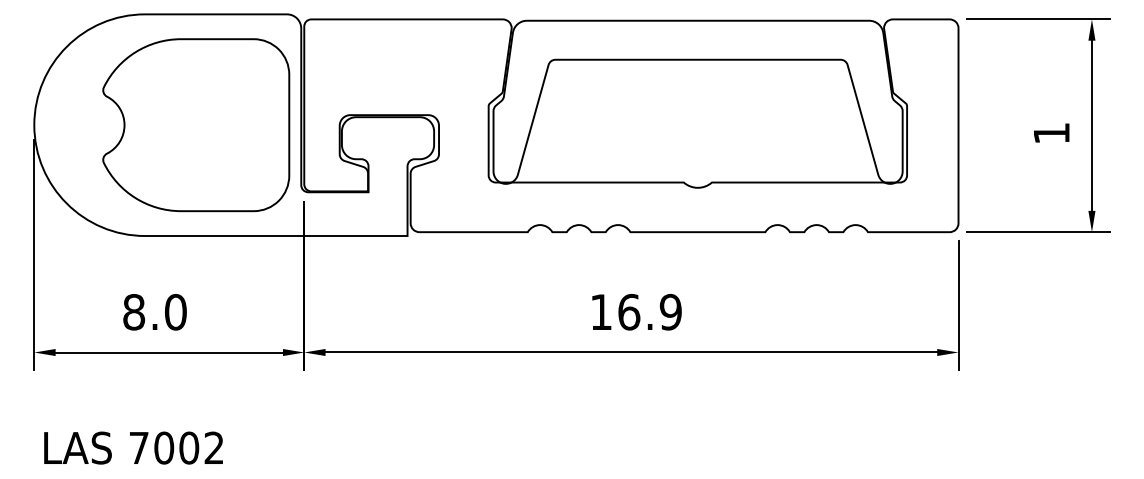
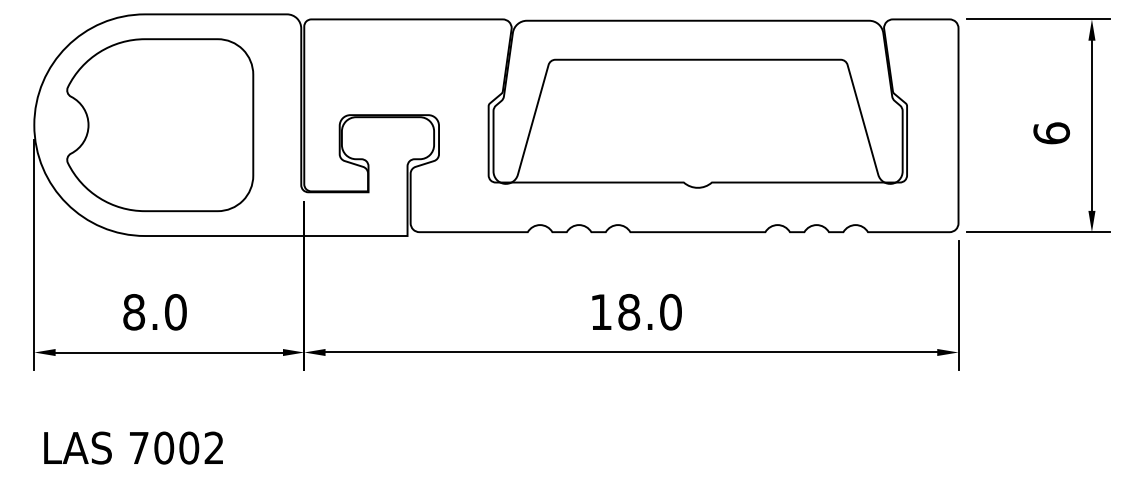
part at (196, 125) position: (196, 125) -> (160, 125)
text at (1051, 133): 1 -> 6
text at (649, 311): 16.9 -> 18.0
